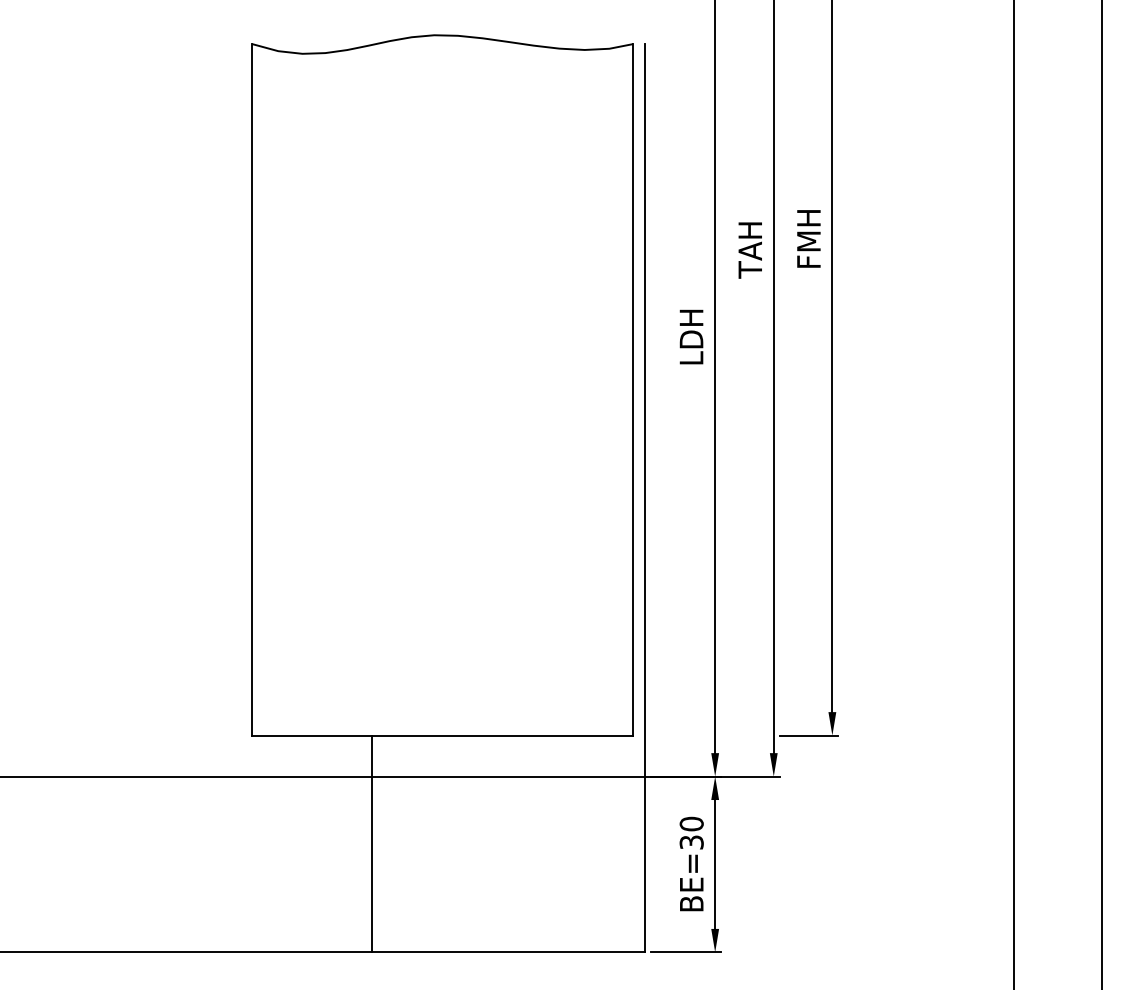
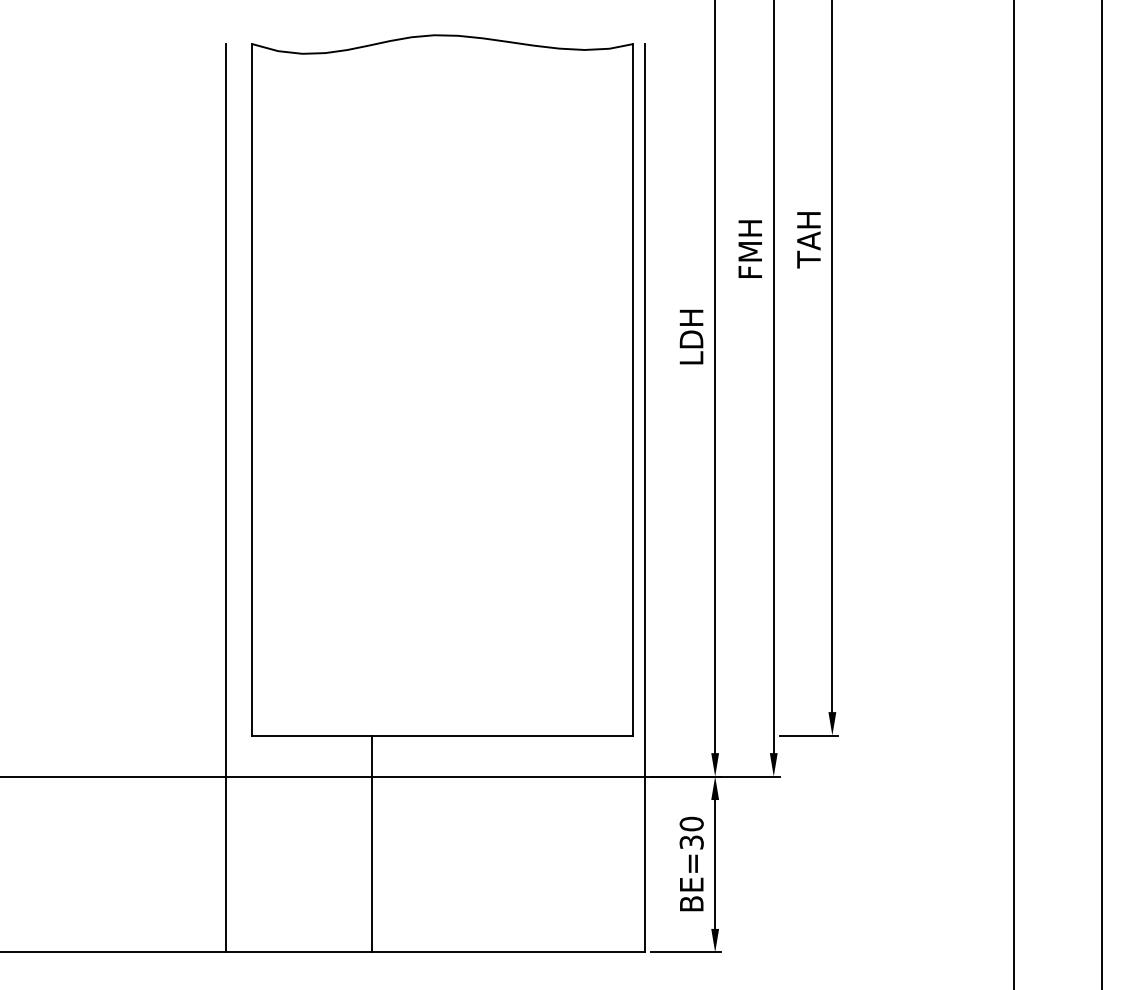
text at (808, 239): FMH -> TAH
text at (749, 249): TAH -> FMH
line at (225, 498): none -> present
